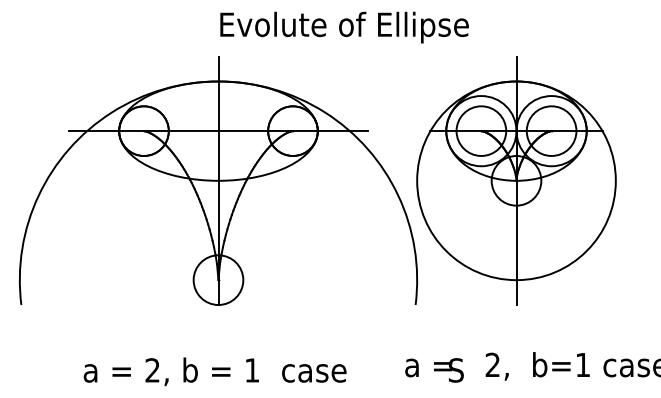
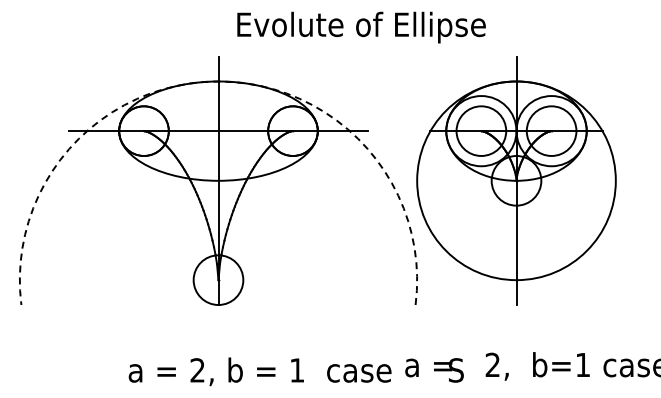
text at (344, 27) position: (344, 27) -> (361, 27)
arc at (218, 81): solid -> dashed
text at (214, 371) position: (214, 371) -> (259, 371)
